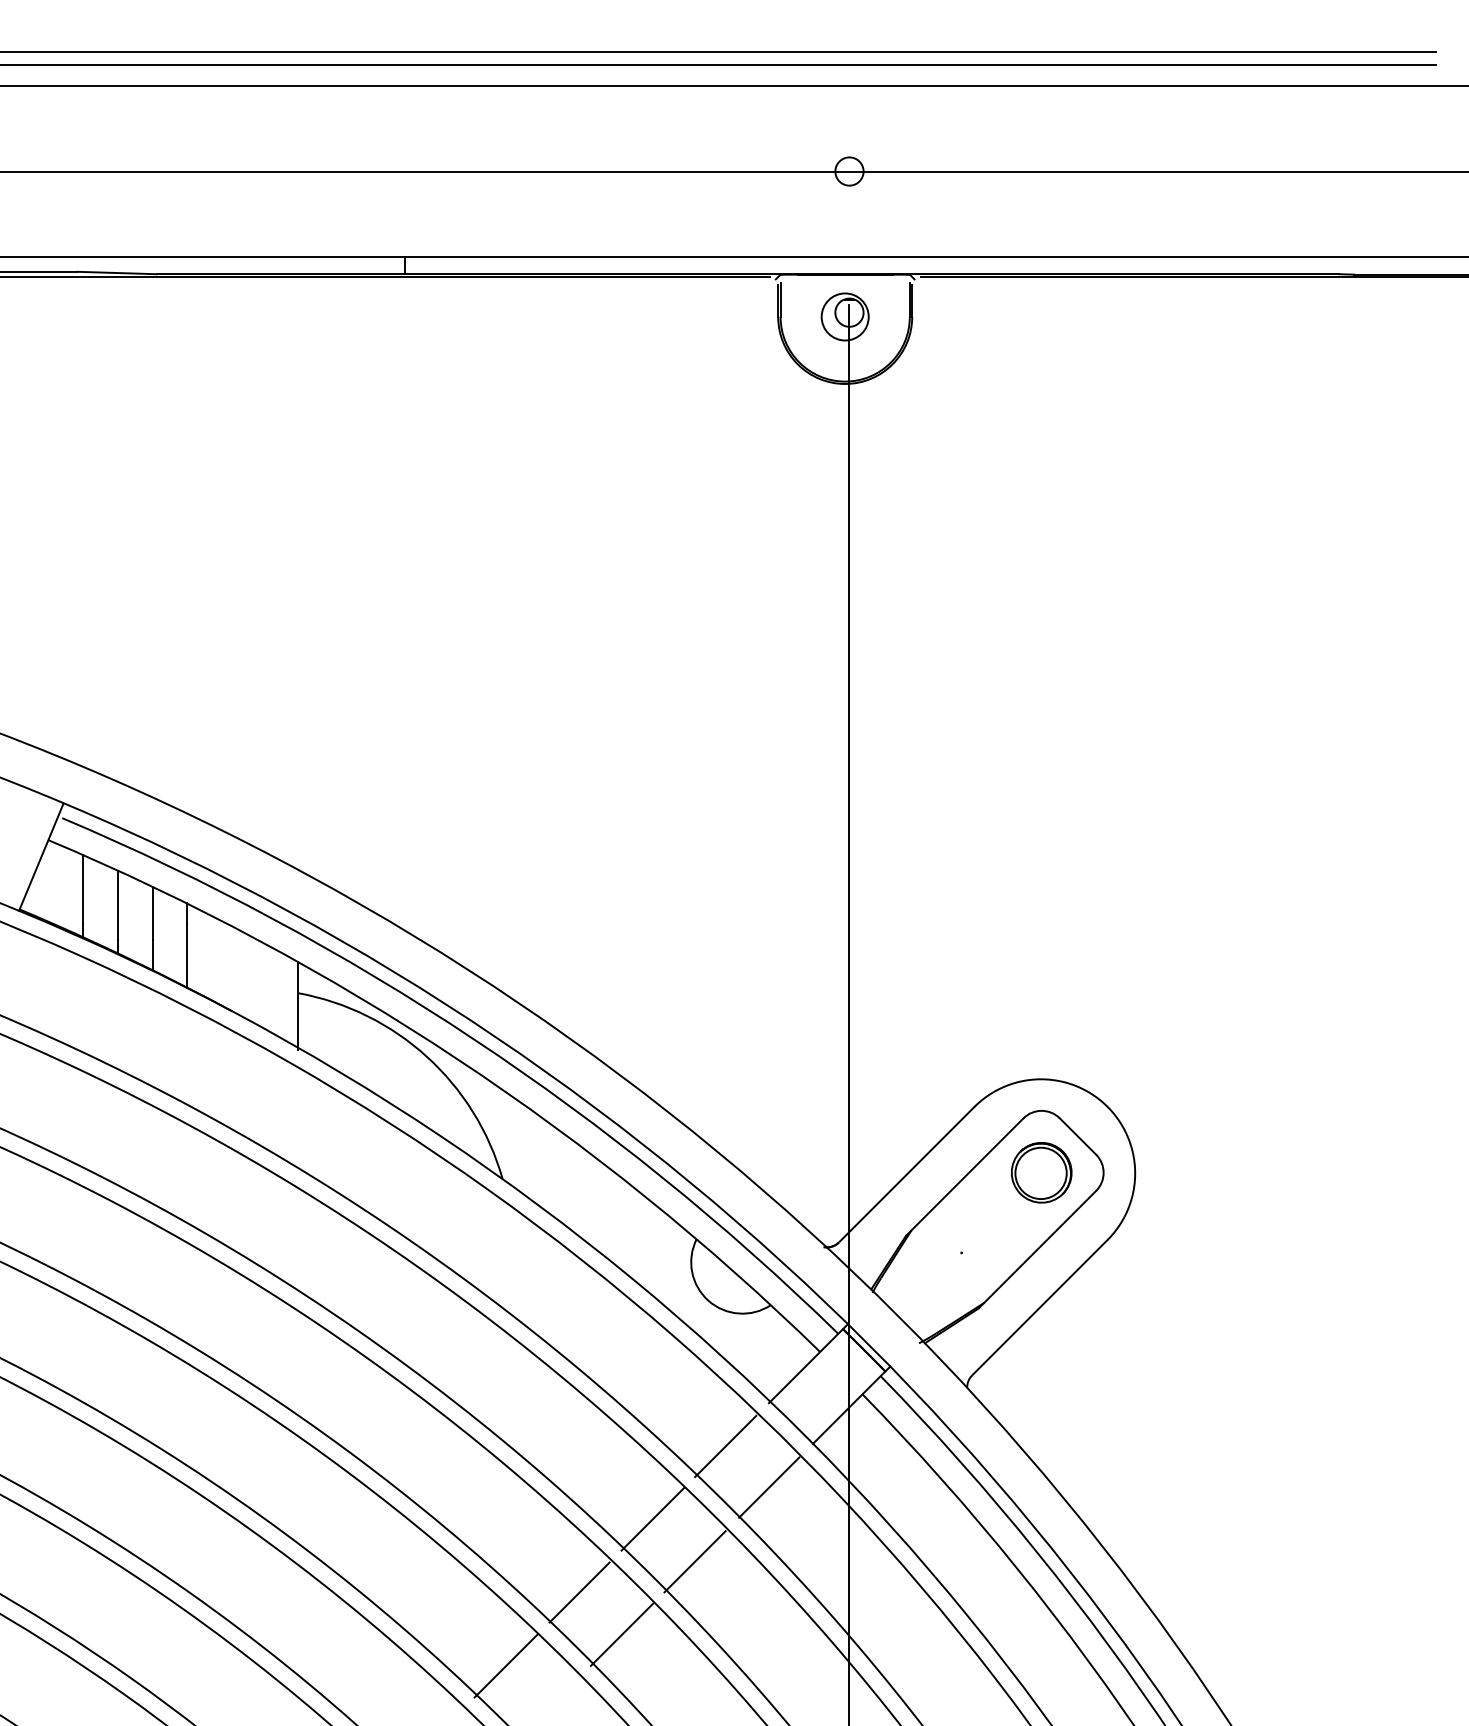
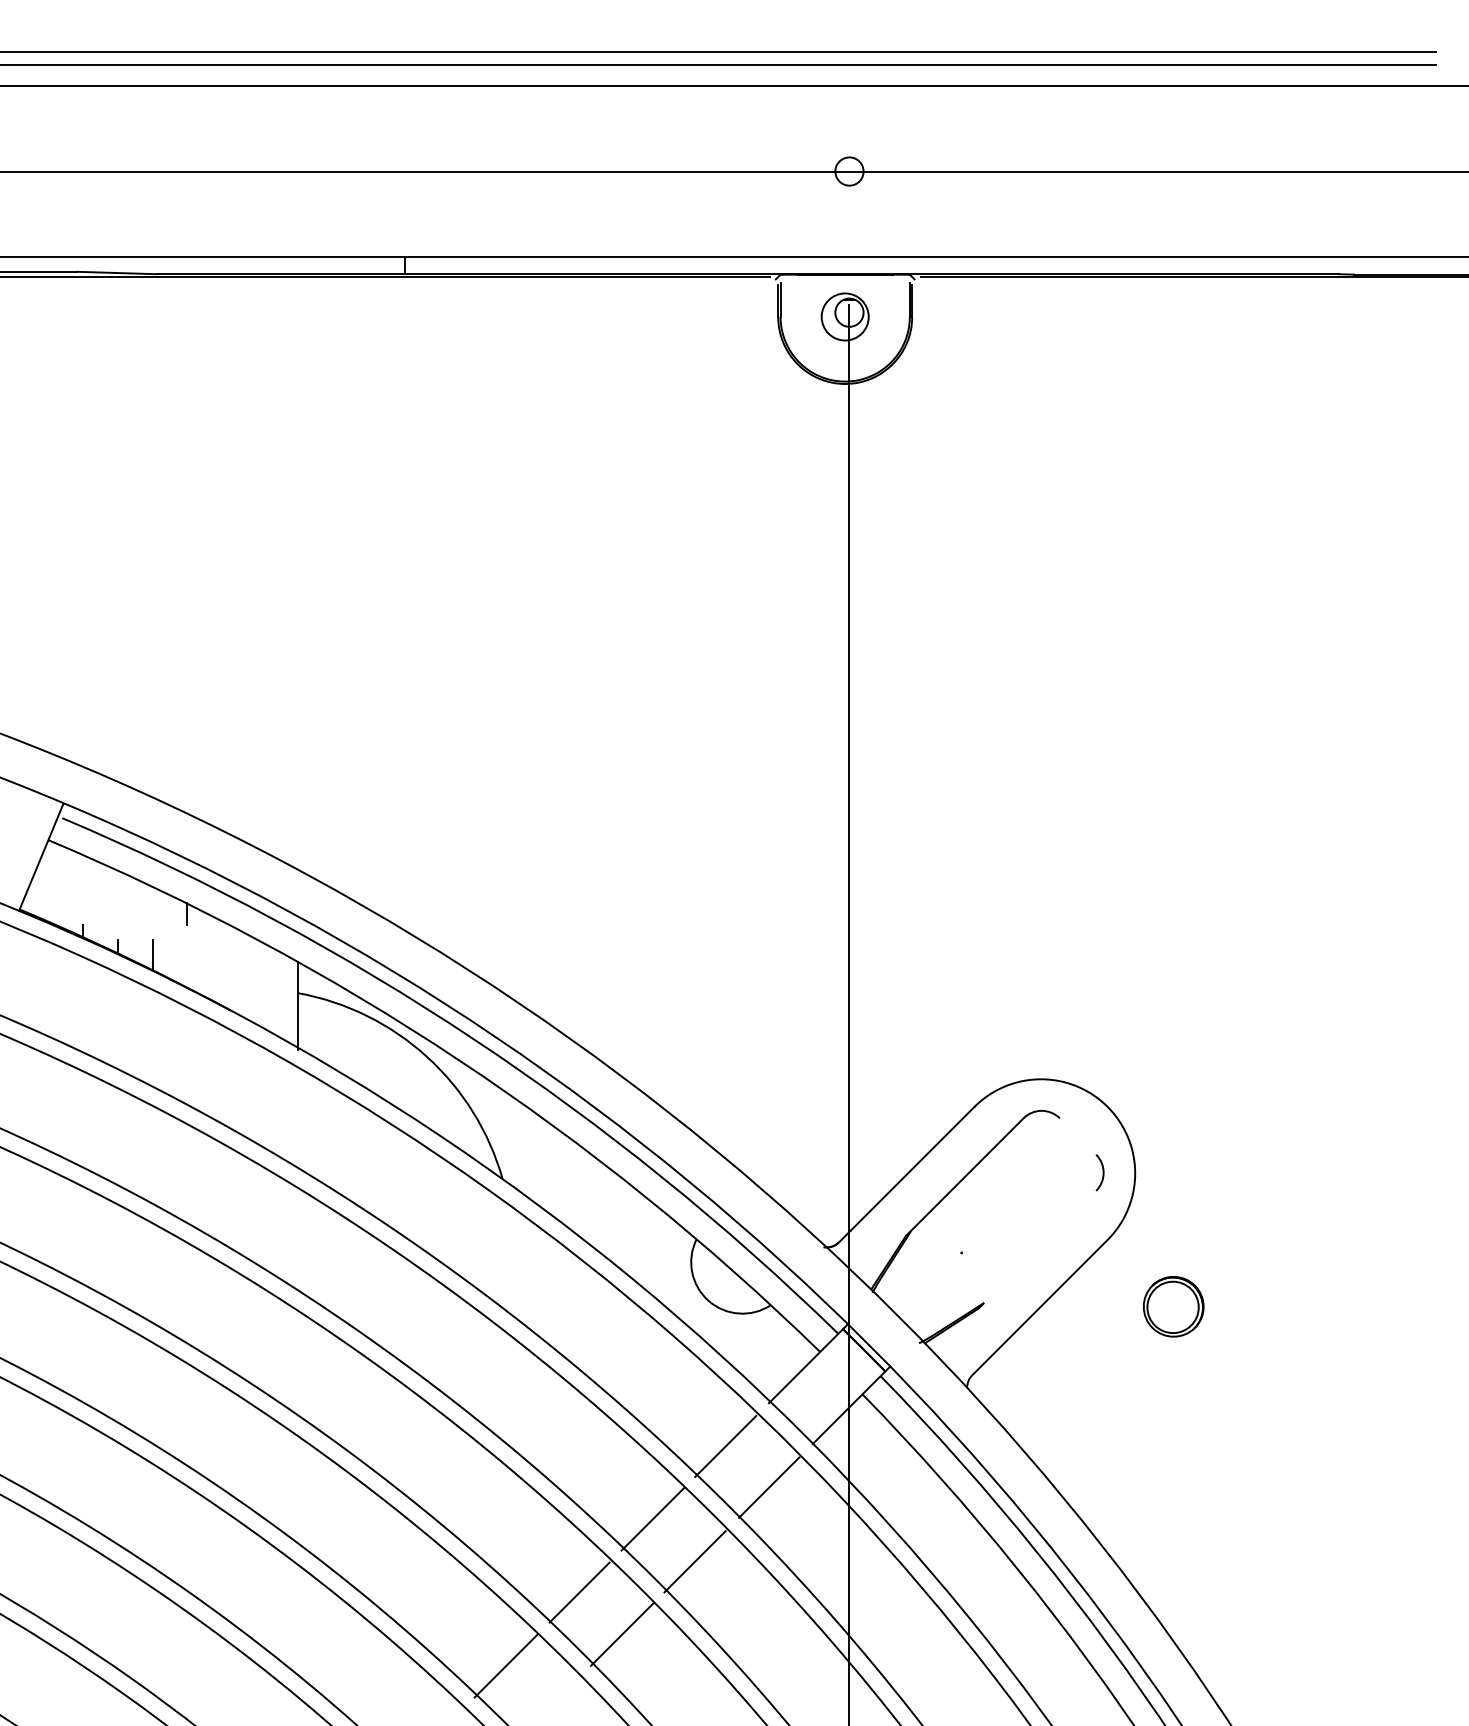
line at (83, 889): present -> none
line at (117, 905): present -> none
line at (152, 913): present -> none
line at (186, 955): present -> none
line at (1077, 1136): present -> none
part at (1041, 1172) position: (1041, 1172) -> (1173, 1306)
line at (1040, 1246): present -> none
